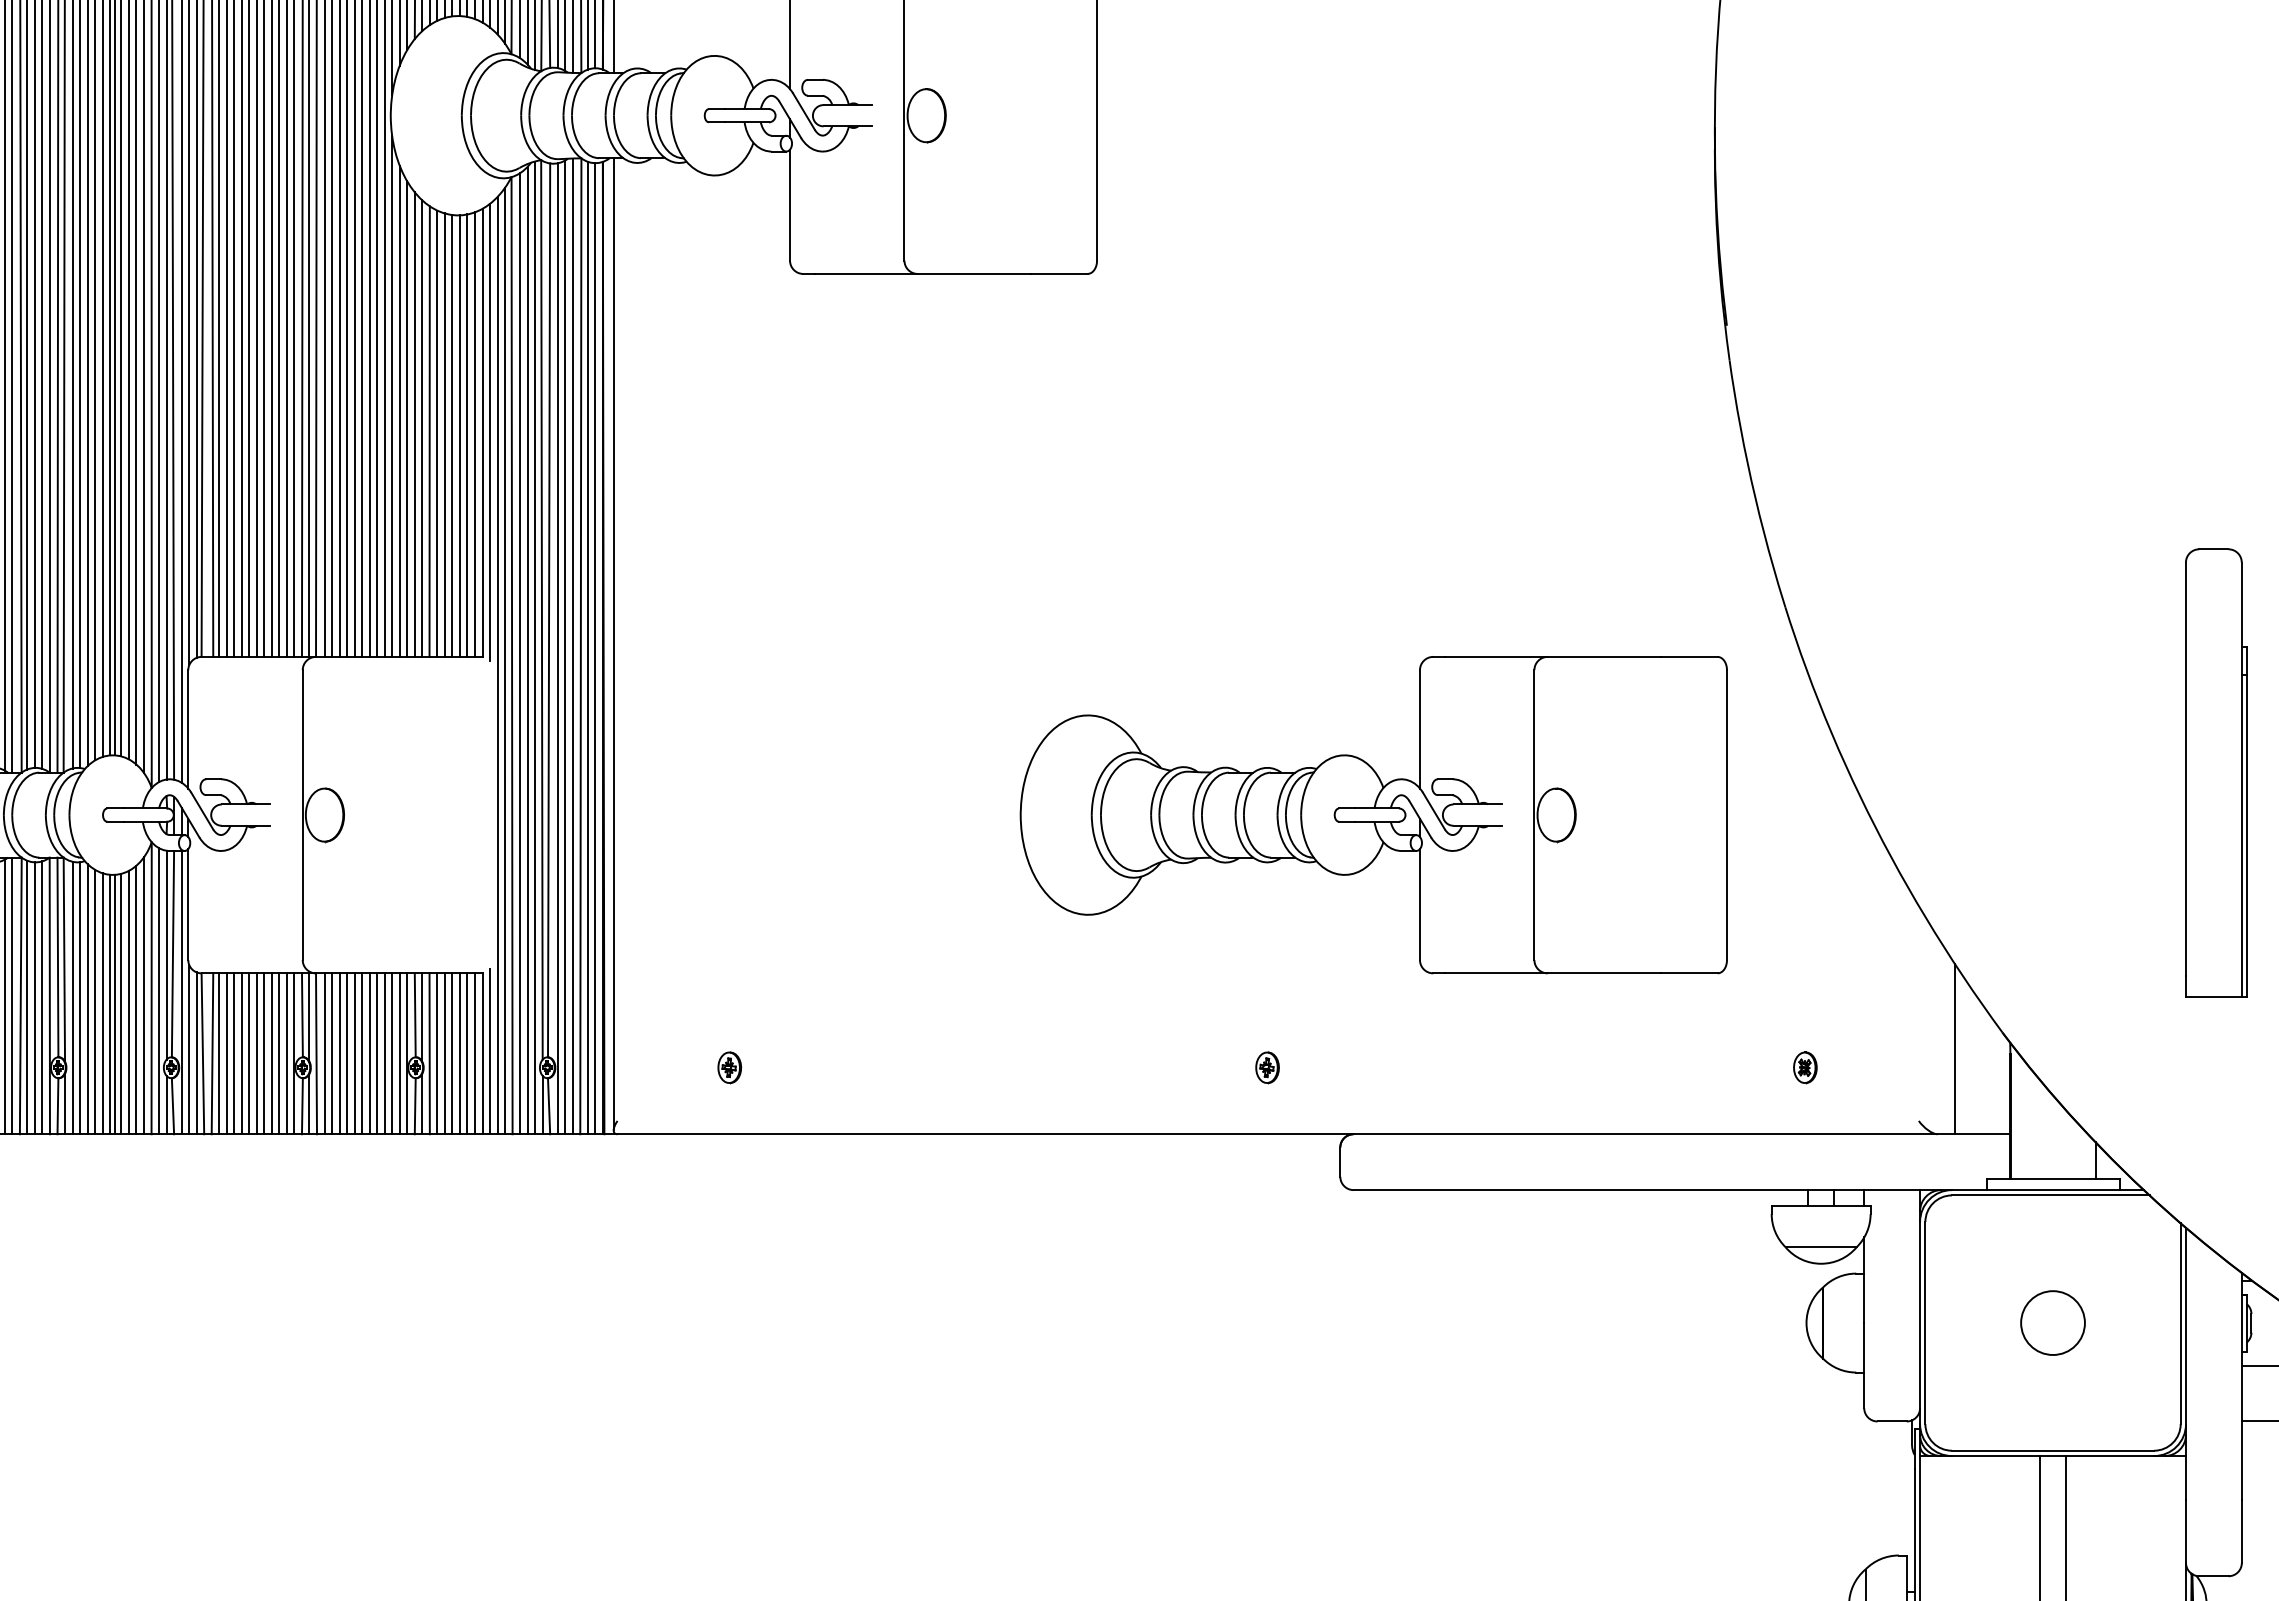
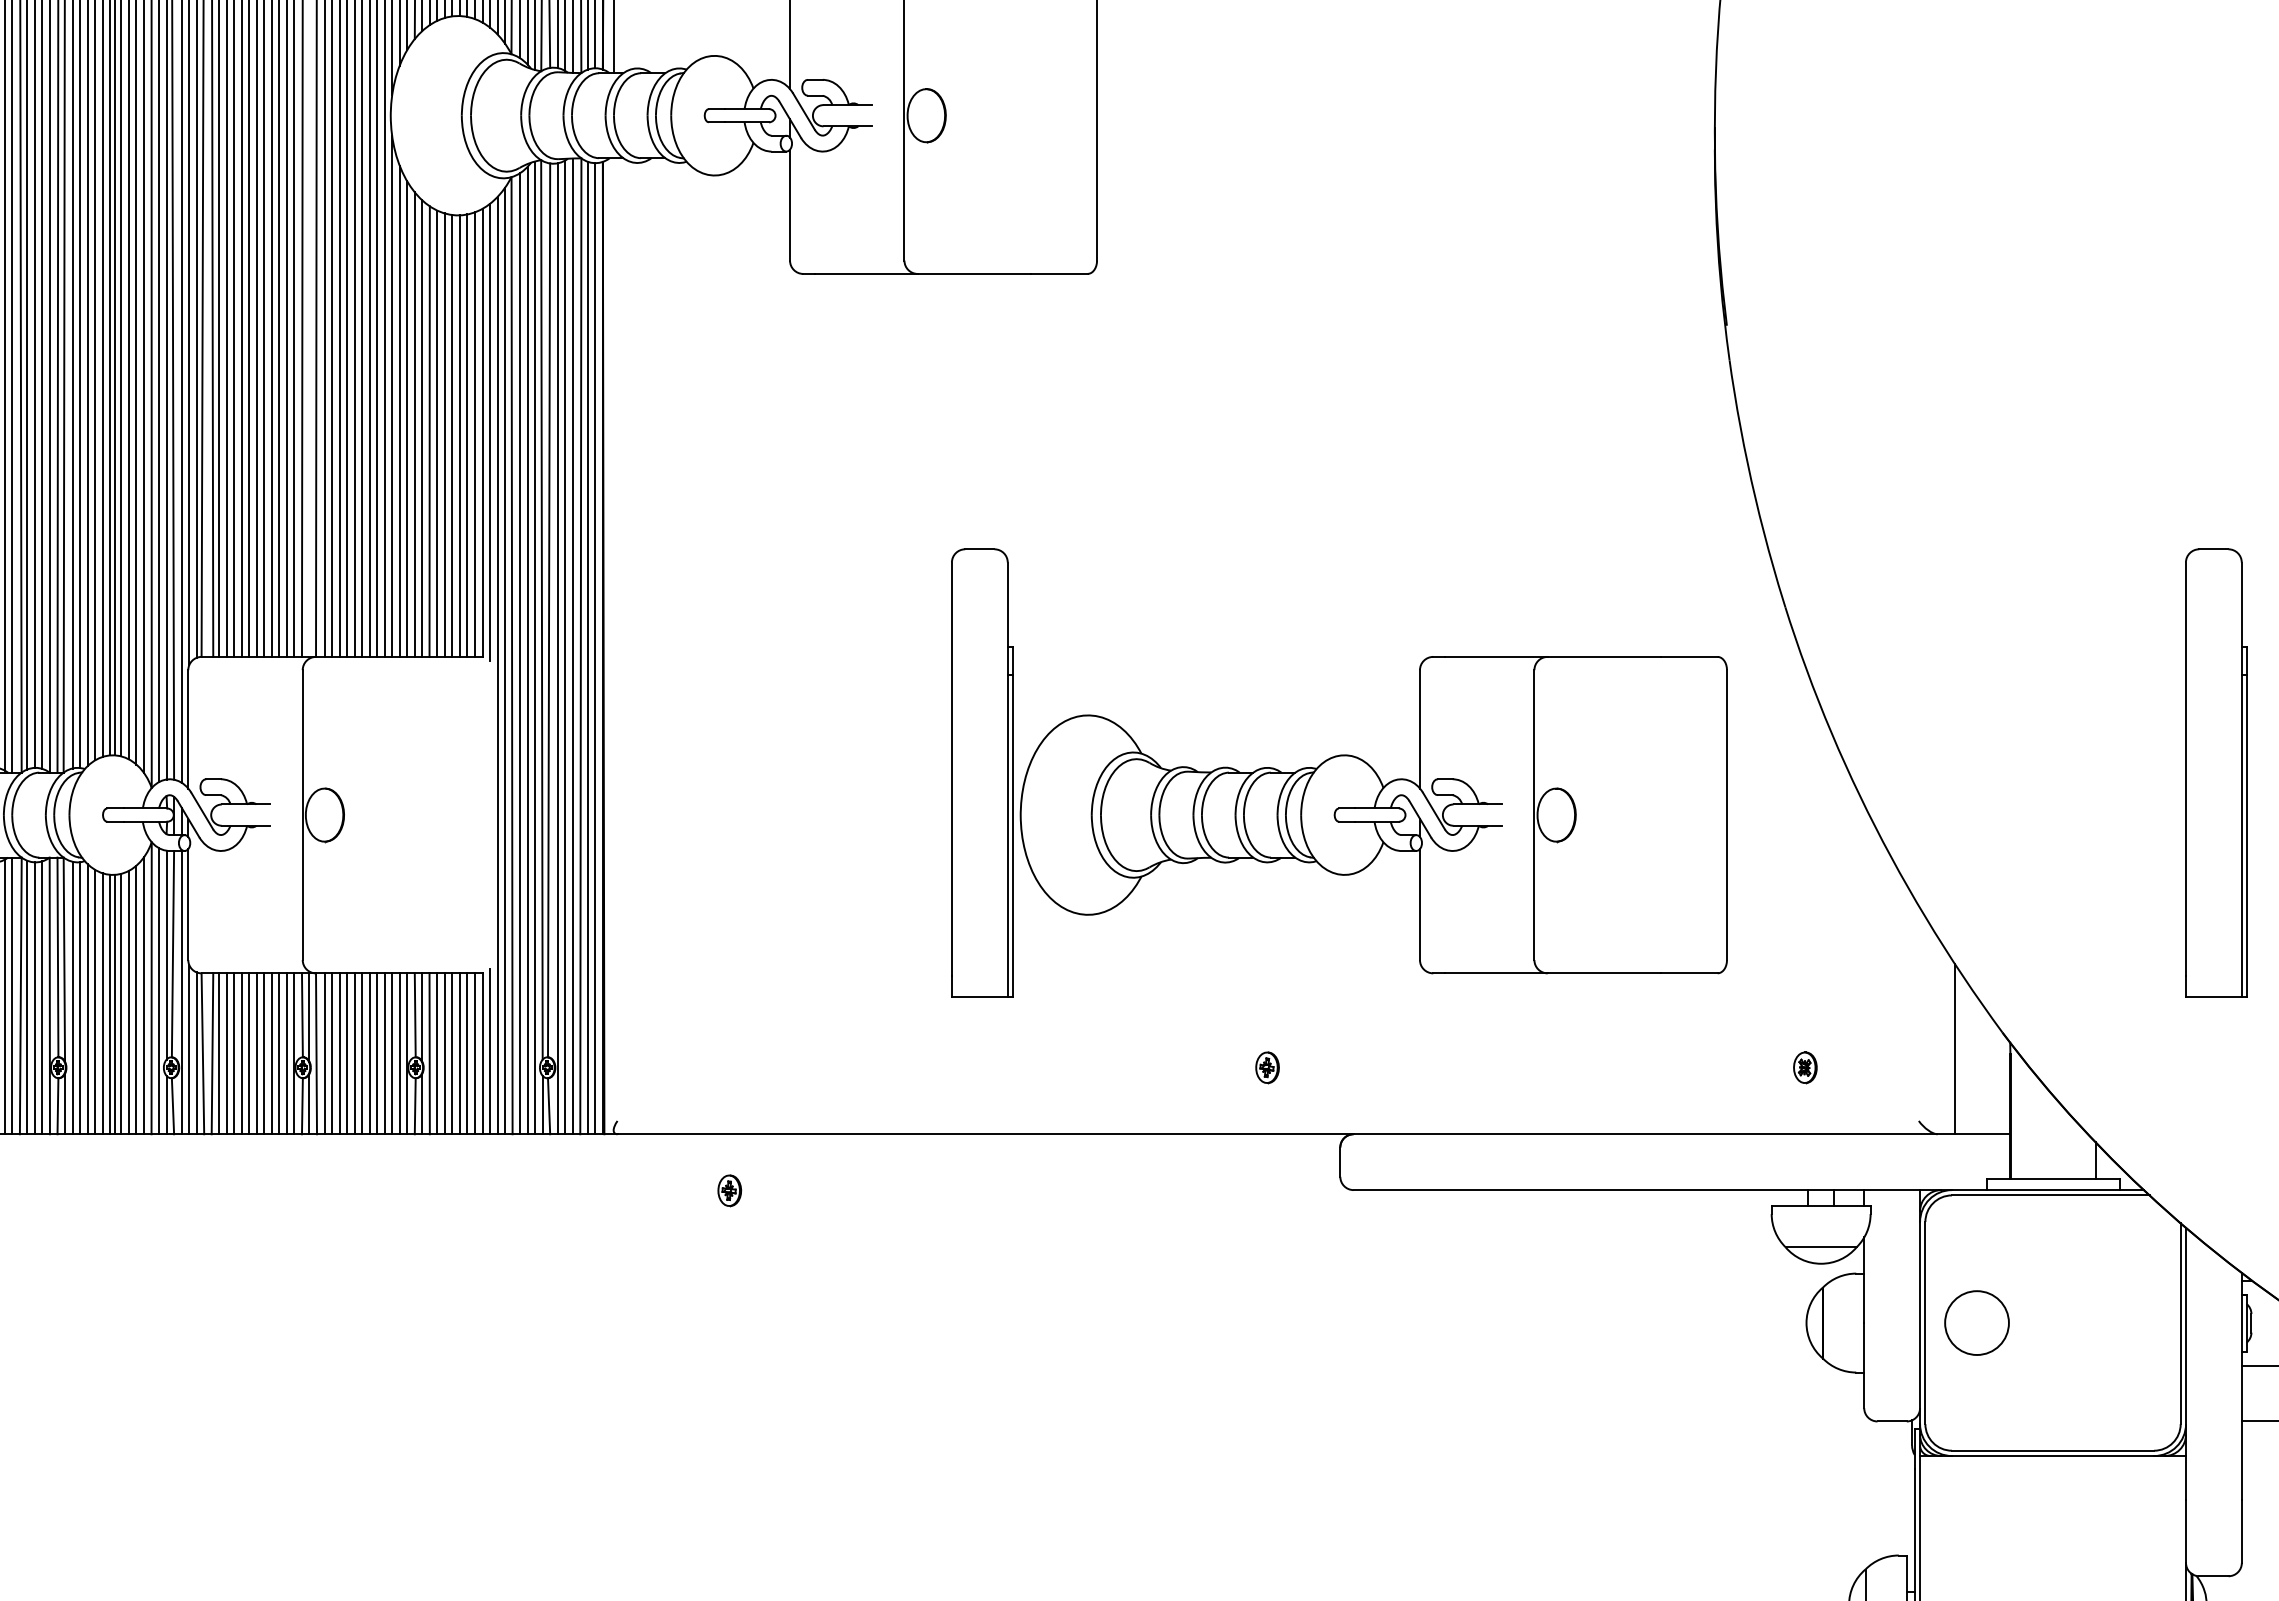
line at (309, 329): present -> none
line at (613, 644): present -> none
part at (982, 772): none -> present
part at (729, 1067) position: (729, 1067) -> (729, 1190)
circle at (2052, 1322) position: (2052, 1322) -> (1976, 1322)
line at (2039, 1526): present -> none
line at (2066, 1526): present -> none
